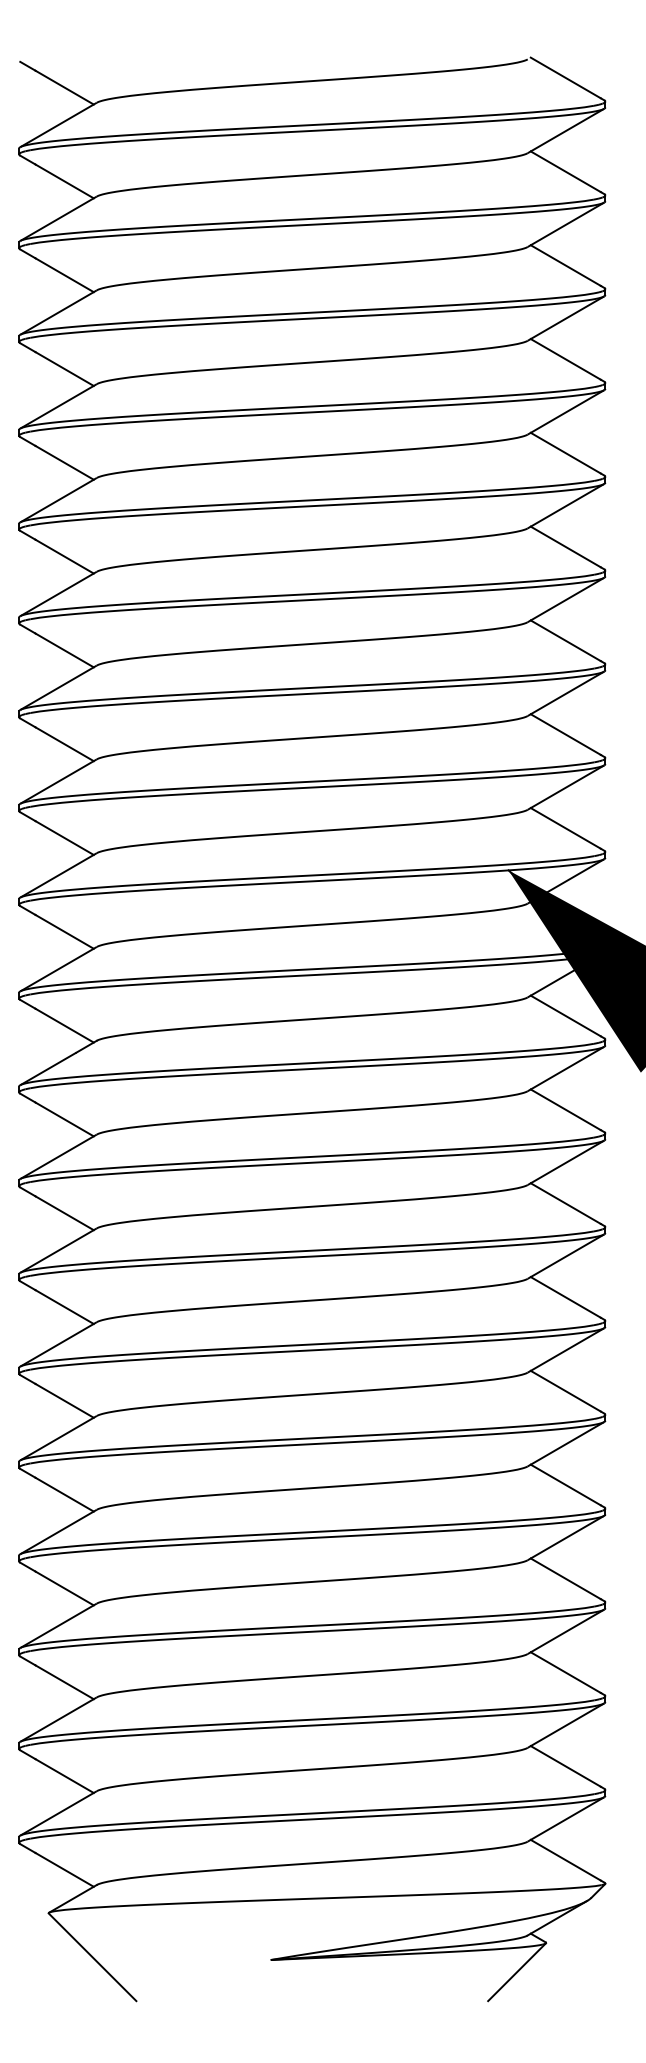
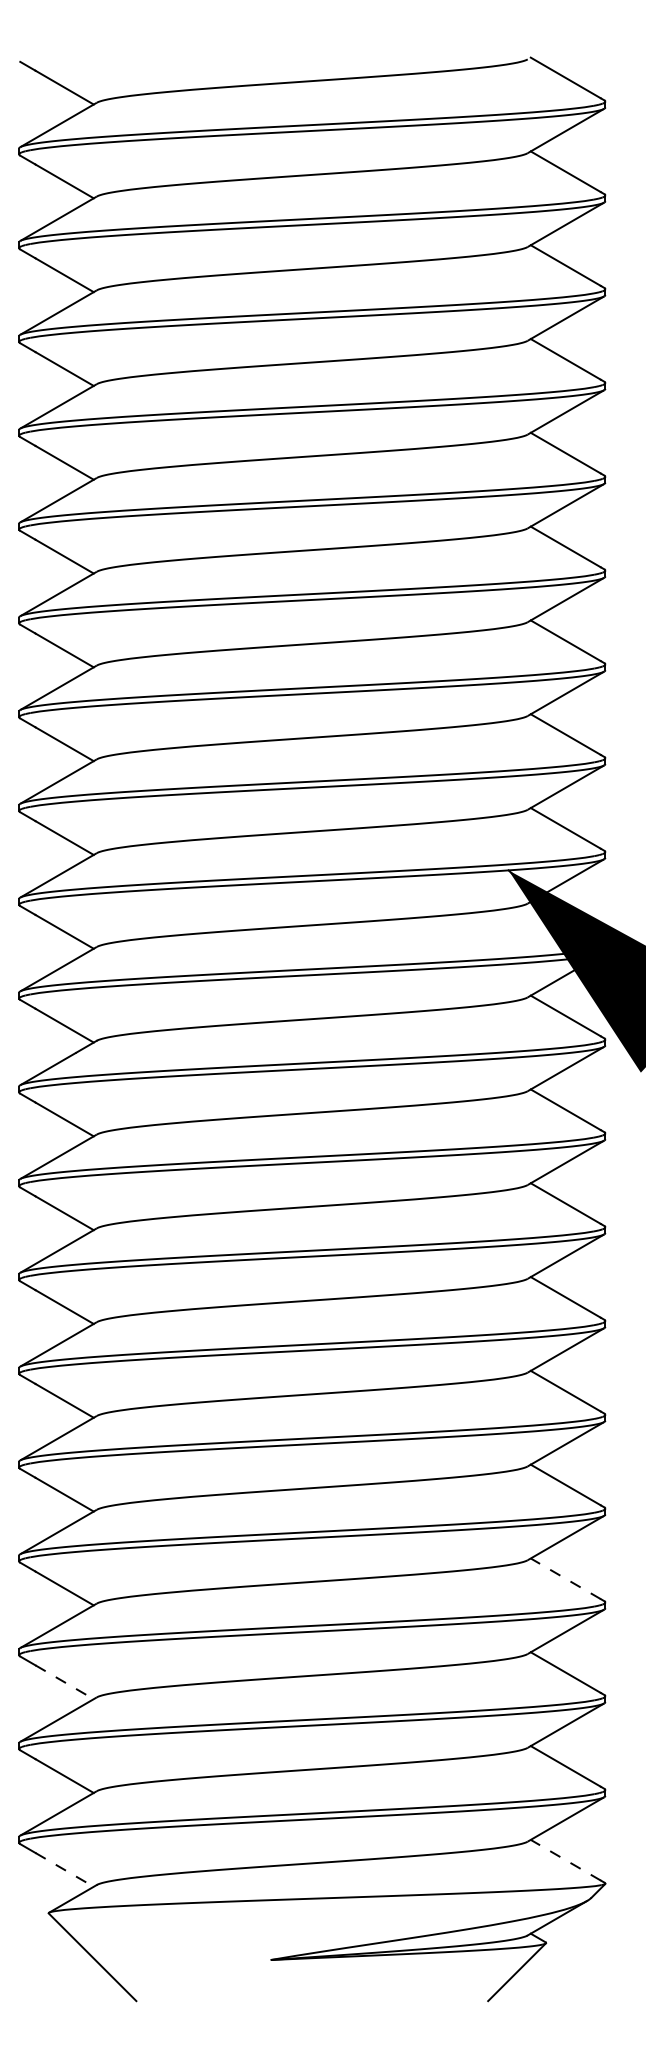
line at (565, 1578): solid -> dashed
line at (64, 1682): solid -> dashed
line at (565, 1860): solid -> dashed
line at (64, 1869): solid -> dashed
